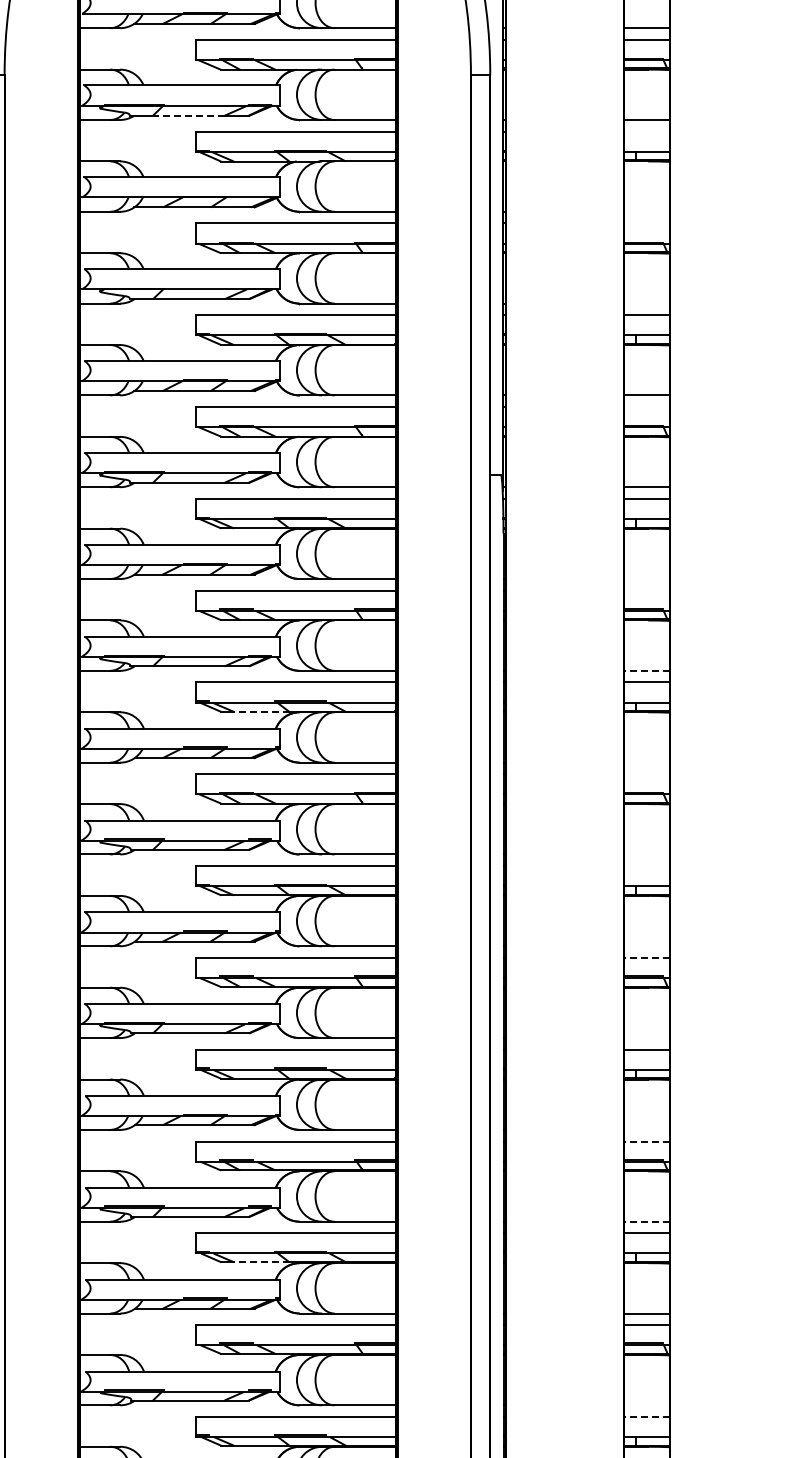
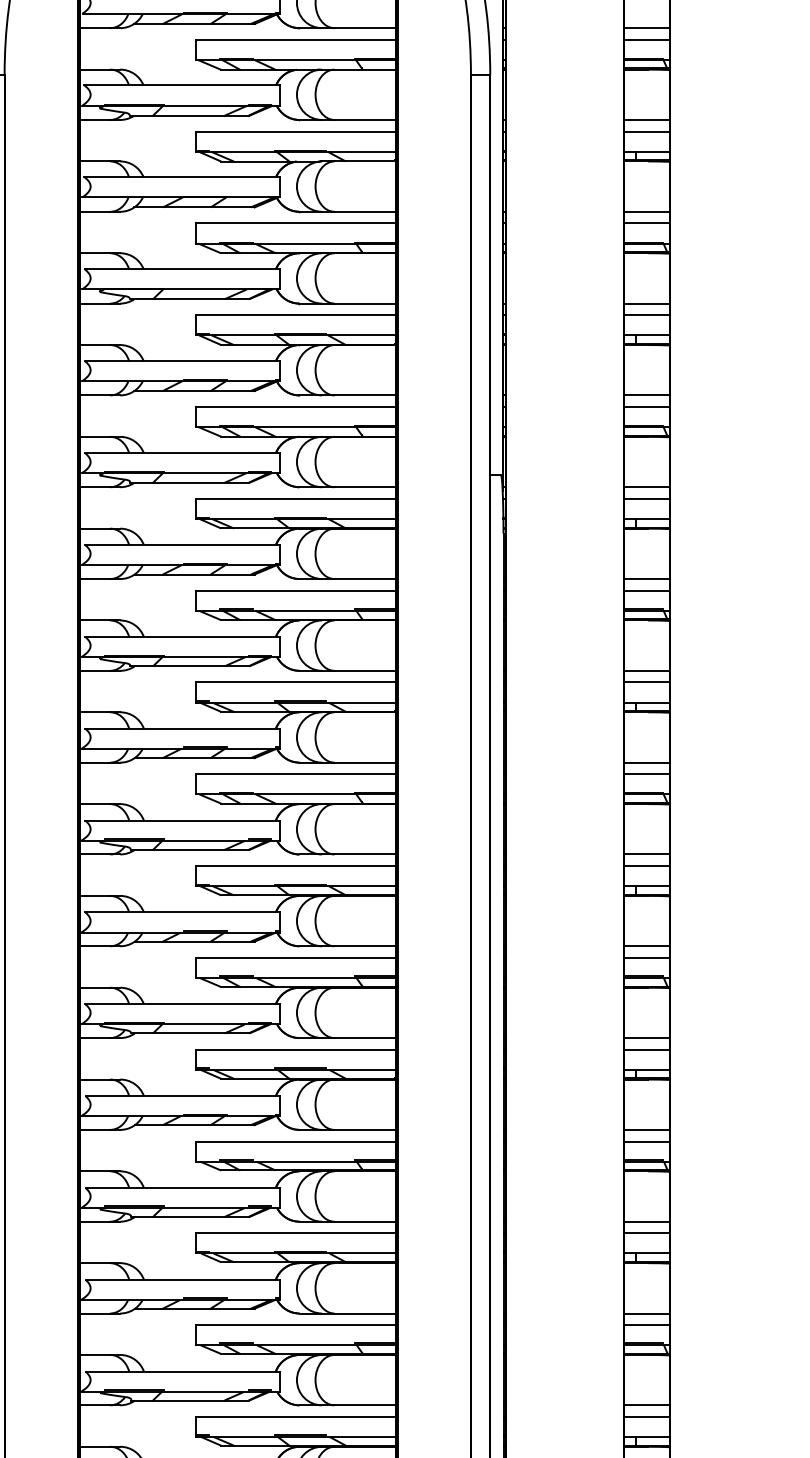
line at (188, 115): dashed -> solid
line at (646, 131): none -> present
line at (646, 211): none -> present
line at (646, 223): none -> present
line at (646, 303): none -> present
line at (646, 407): none -> present
line at (646, 579): none -> present
line at (646, 590): none -> present
line at (646, 670): dashed -> solid
line at (261, 711): dashed -> solid
line at (646, 762): none -> present
line at (646, 774): none -> present
line at (646, 854): none -> present
line at (646, 866): none -> present
line at (646, 946): none -> present
line at (646, 957): dashed -> solid
line at (646, 1038): none -> present
line at (646, 1129): none -> present
line at (646, 1141): dashed -> solid
line at (646, 1221): dashed -> solid
line at (261, 1262): dashed -> solid
line at (646, 1405): none -> present
line at (646, 1416): dashed -> solid
